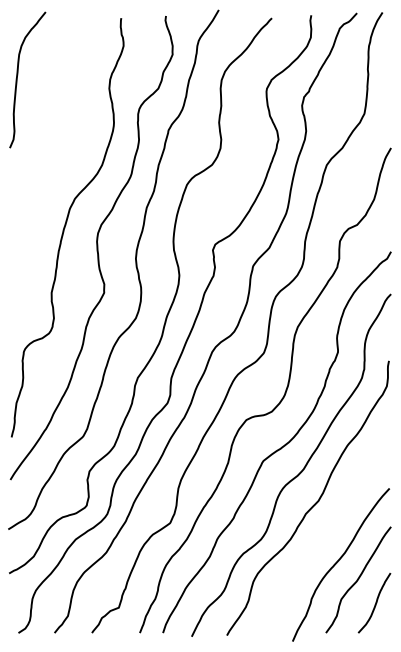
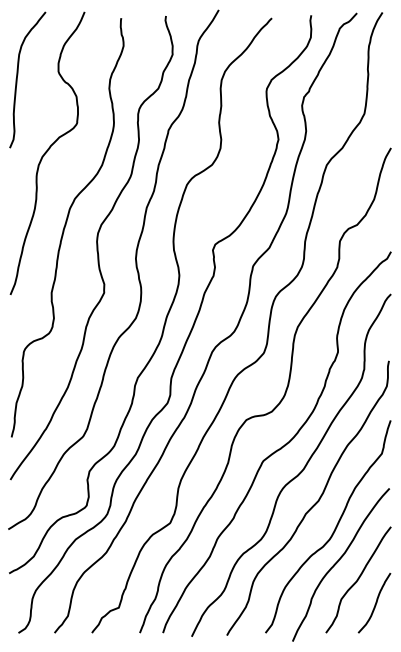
curve at (47, 152): none -> present
curve at (334, 528): none -> present
